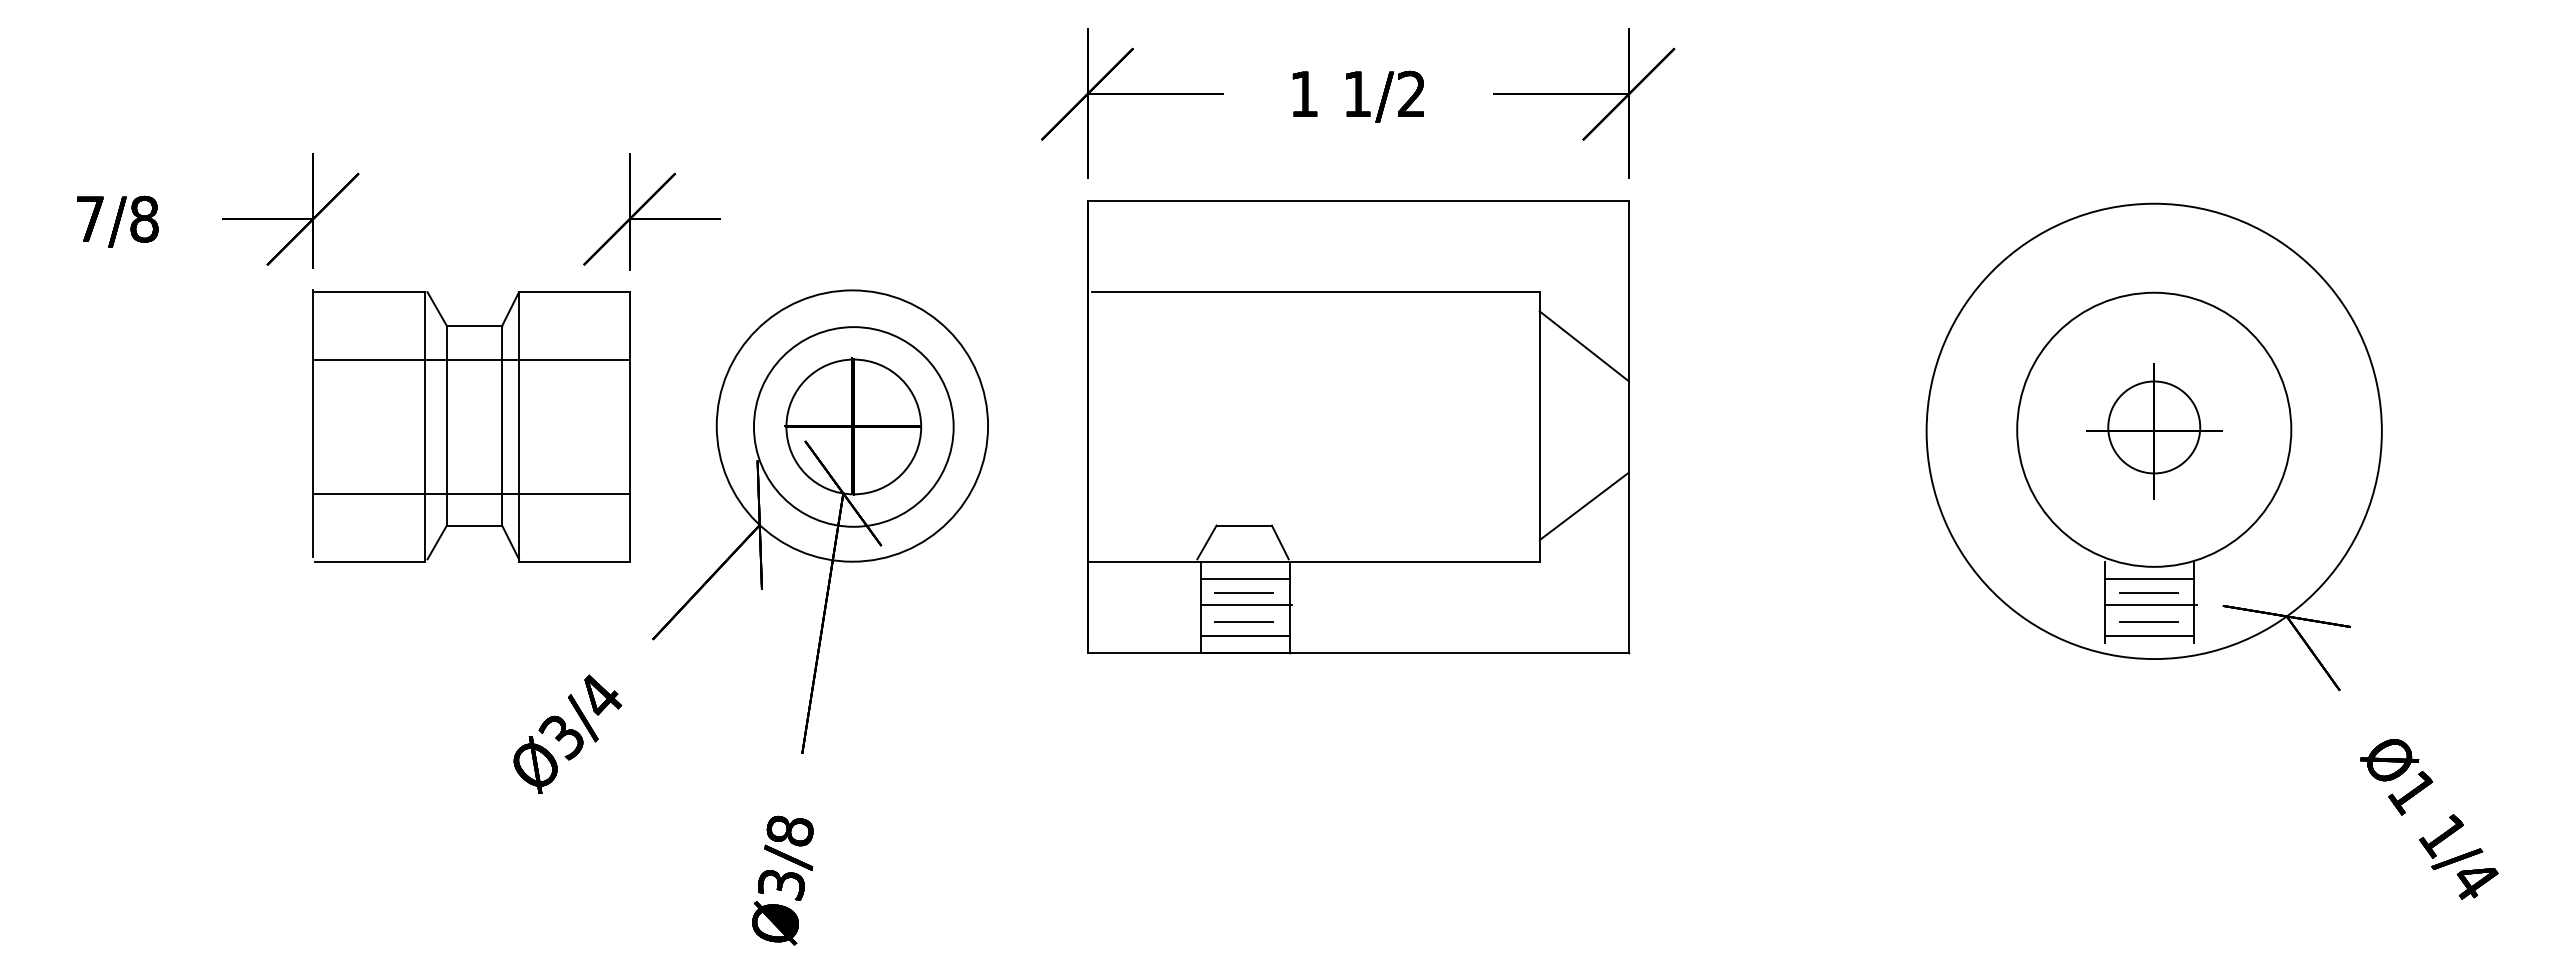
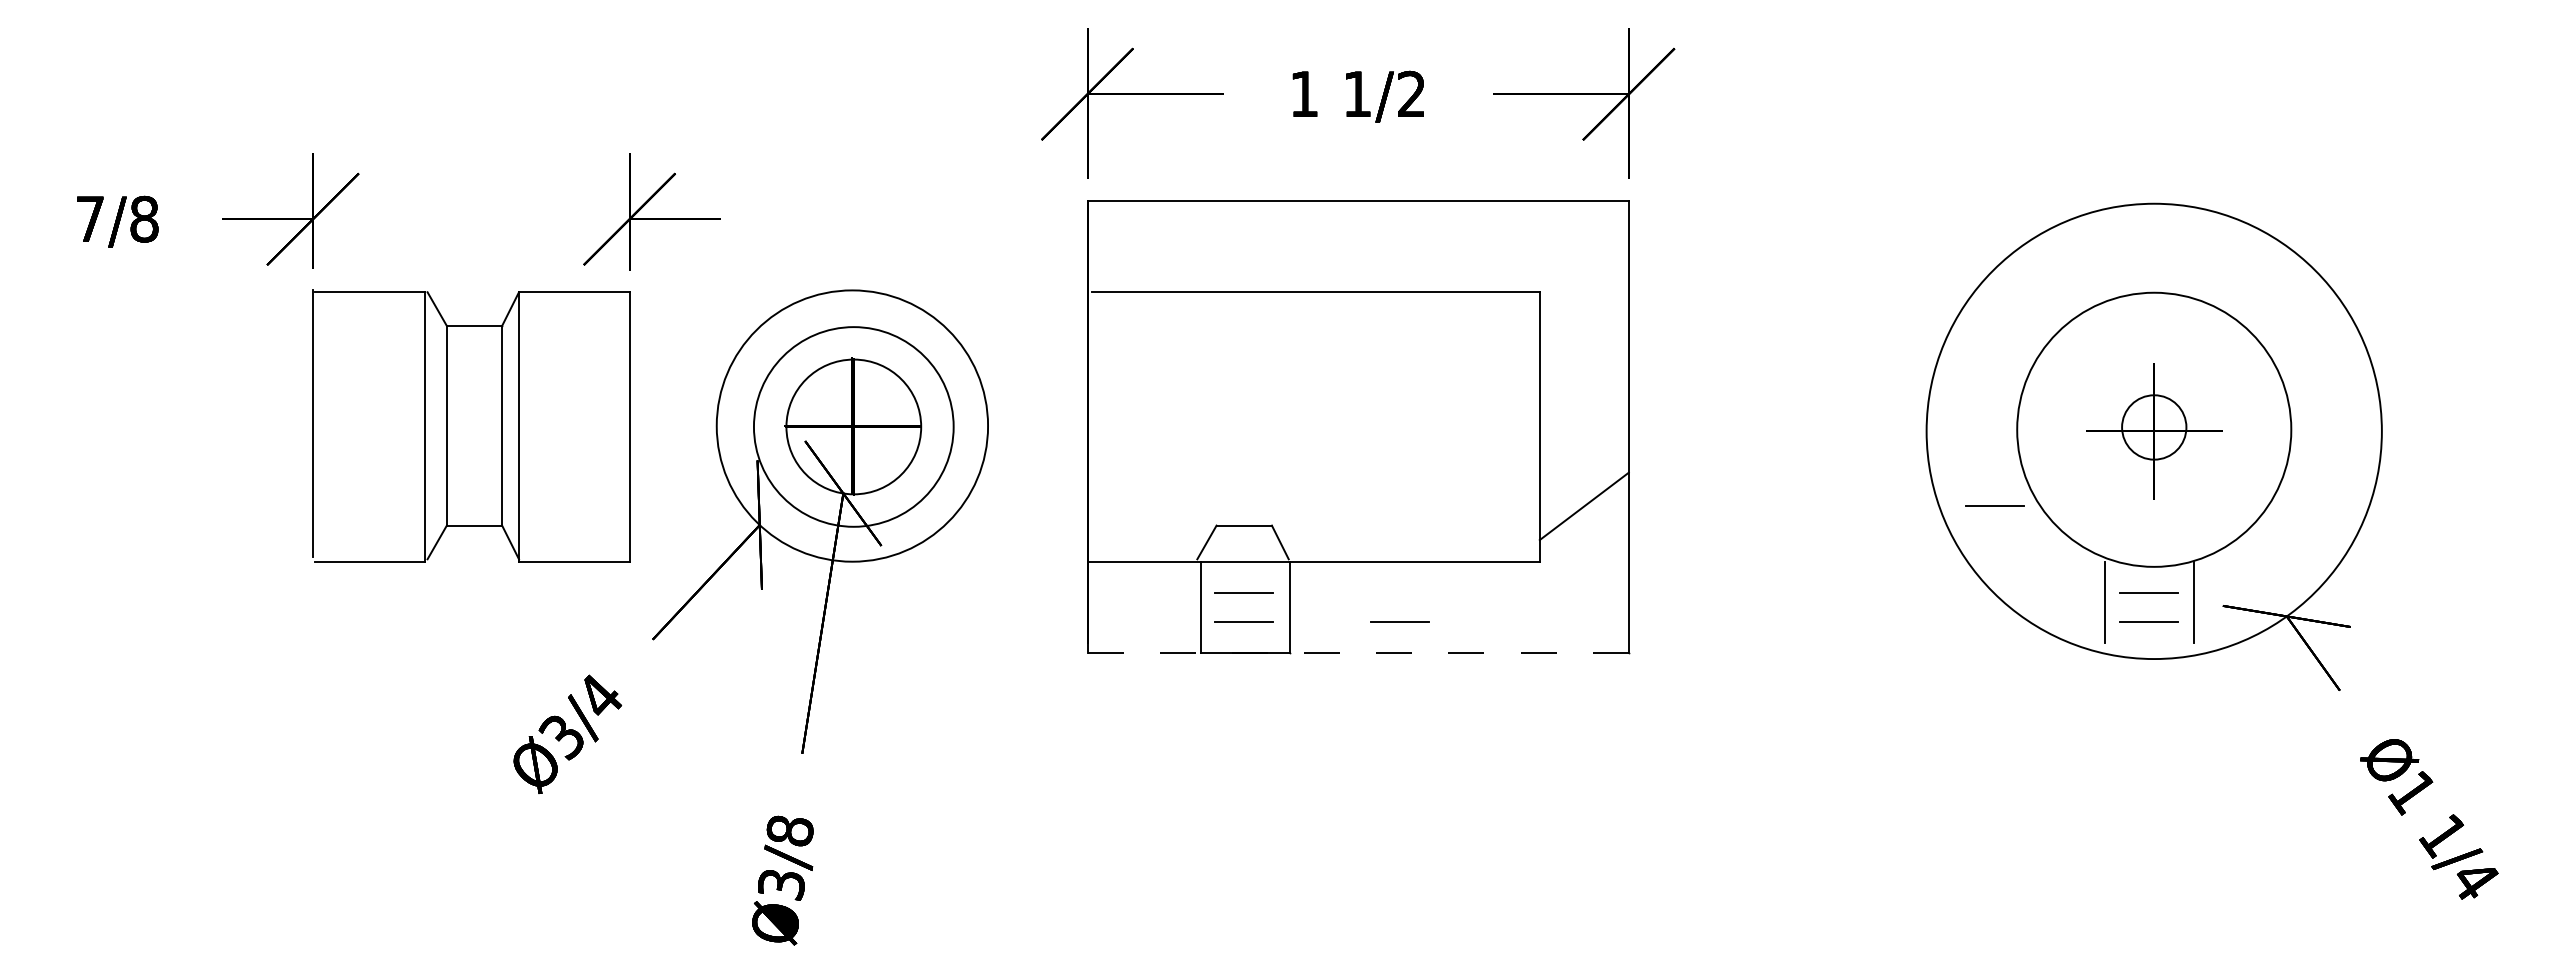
line at (1583, 346): present -> none
line at (471, 359): present -> none
circle at (2154, 427) diameter: 92 px -> 64 px
line at (472, 494): present -> none
line at (1994, 505): none -> present
line at (1244, 578): present -> none
line at (2149, 578): present -> none
line at (1246, 605): present -> none
line at (2150, 605): present -> none
line at (1399, 621): none -> present
line at (1244, 636): present -> none
line at (2149, 636): present -> none
line at (1358, 653): solid -> dashed
